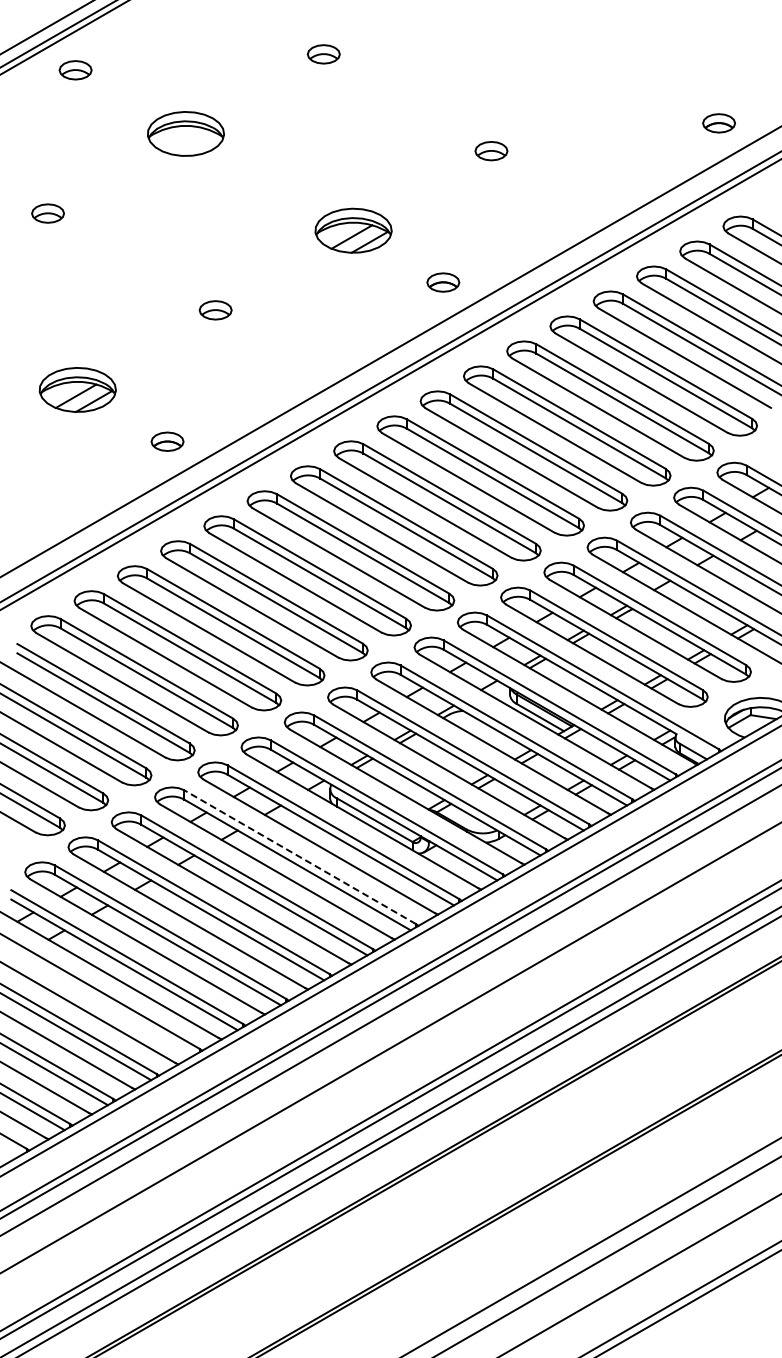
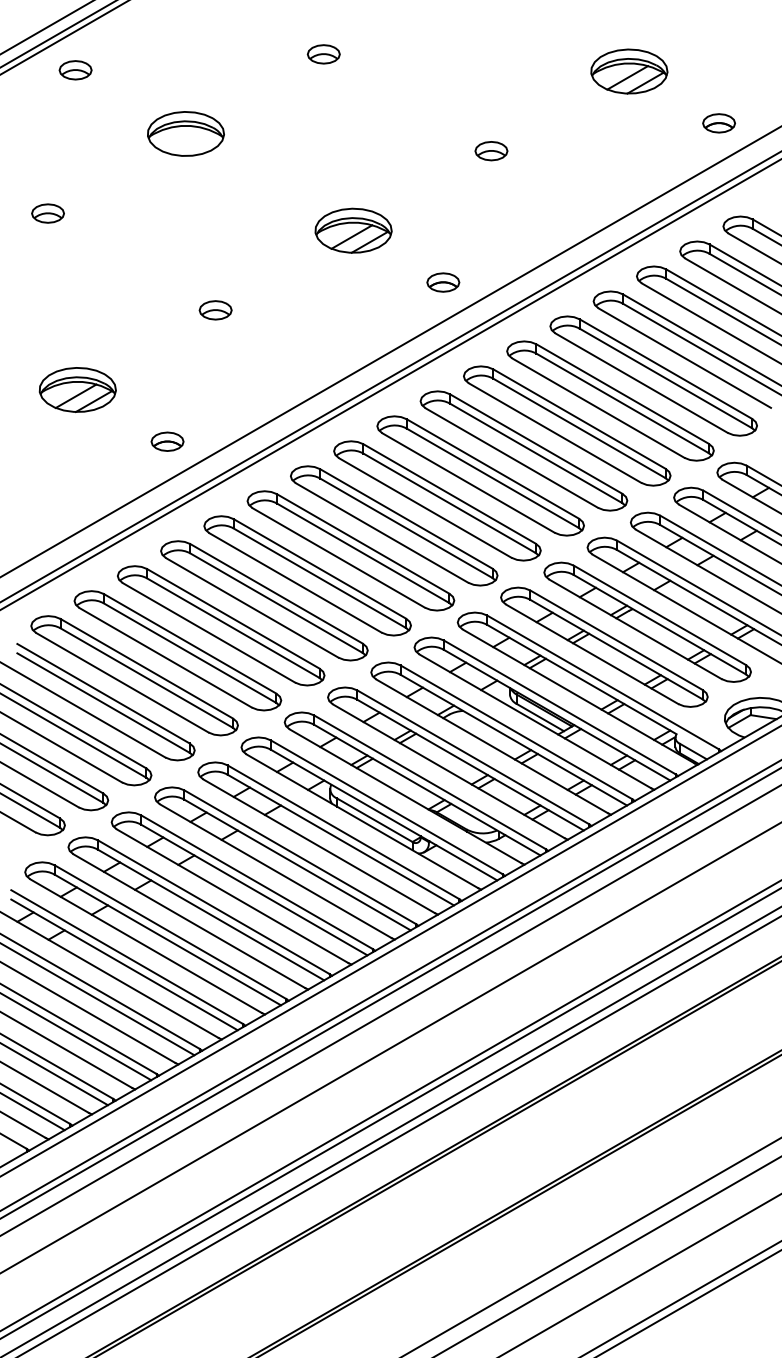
part at (629, 71): none -> present
line at (300, 857): dashed -> solid
line at (98, 999): none -> present
